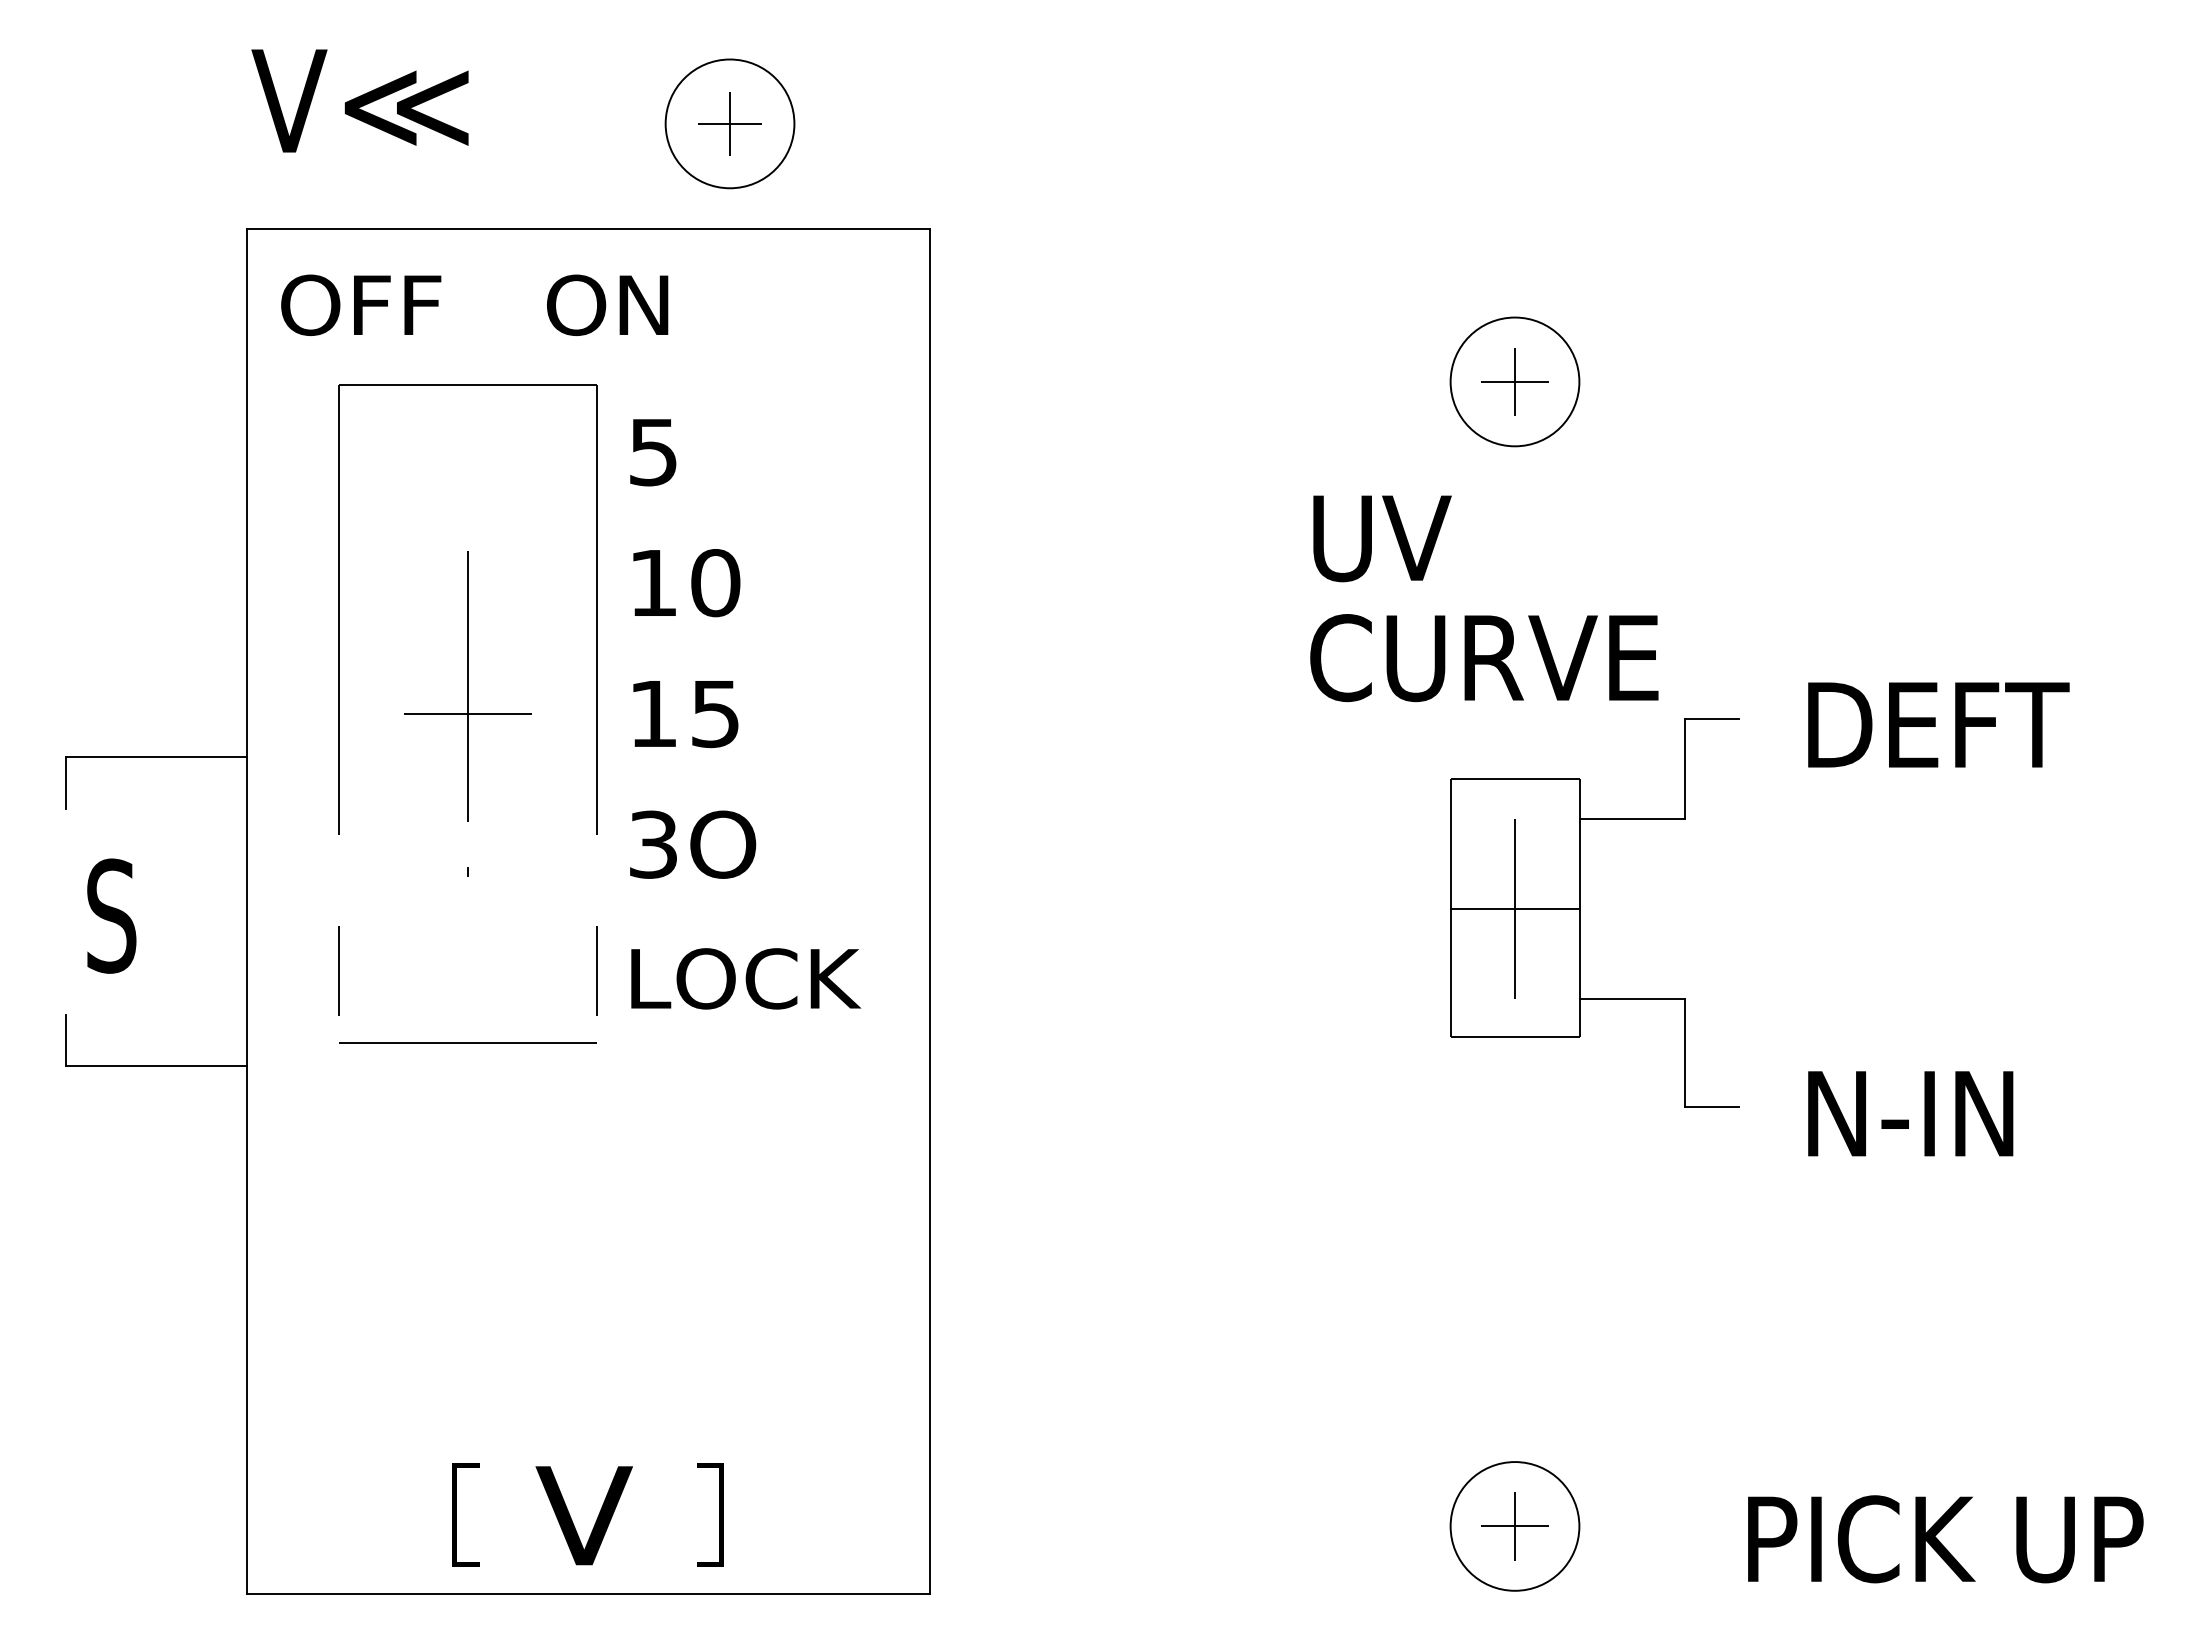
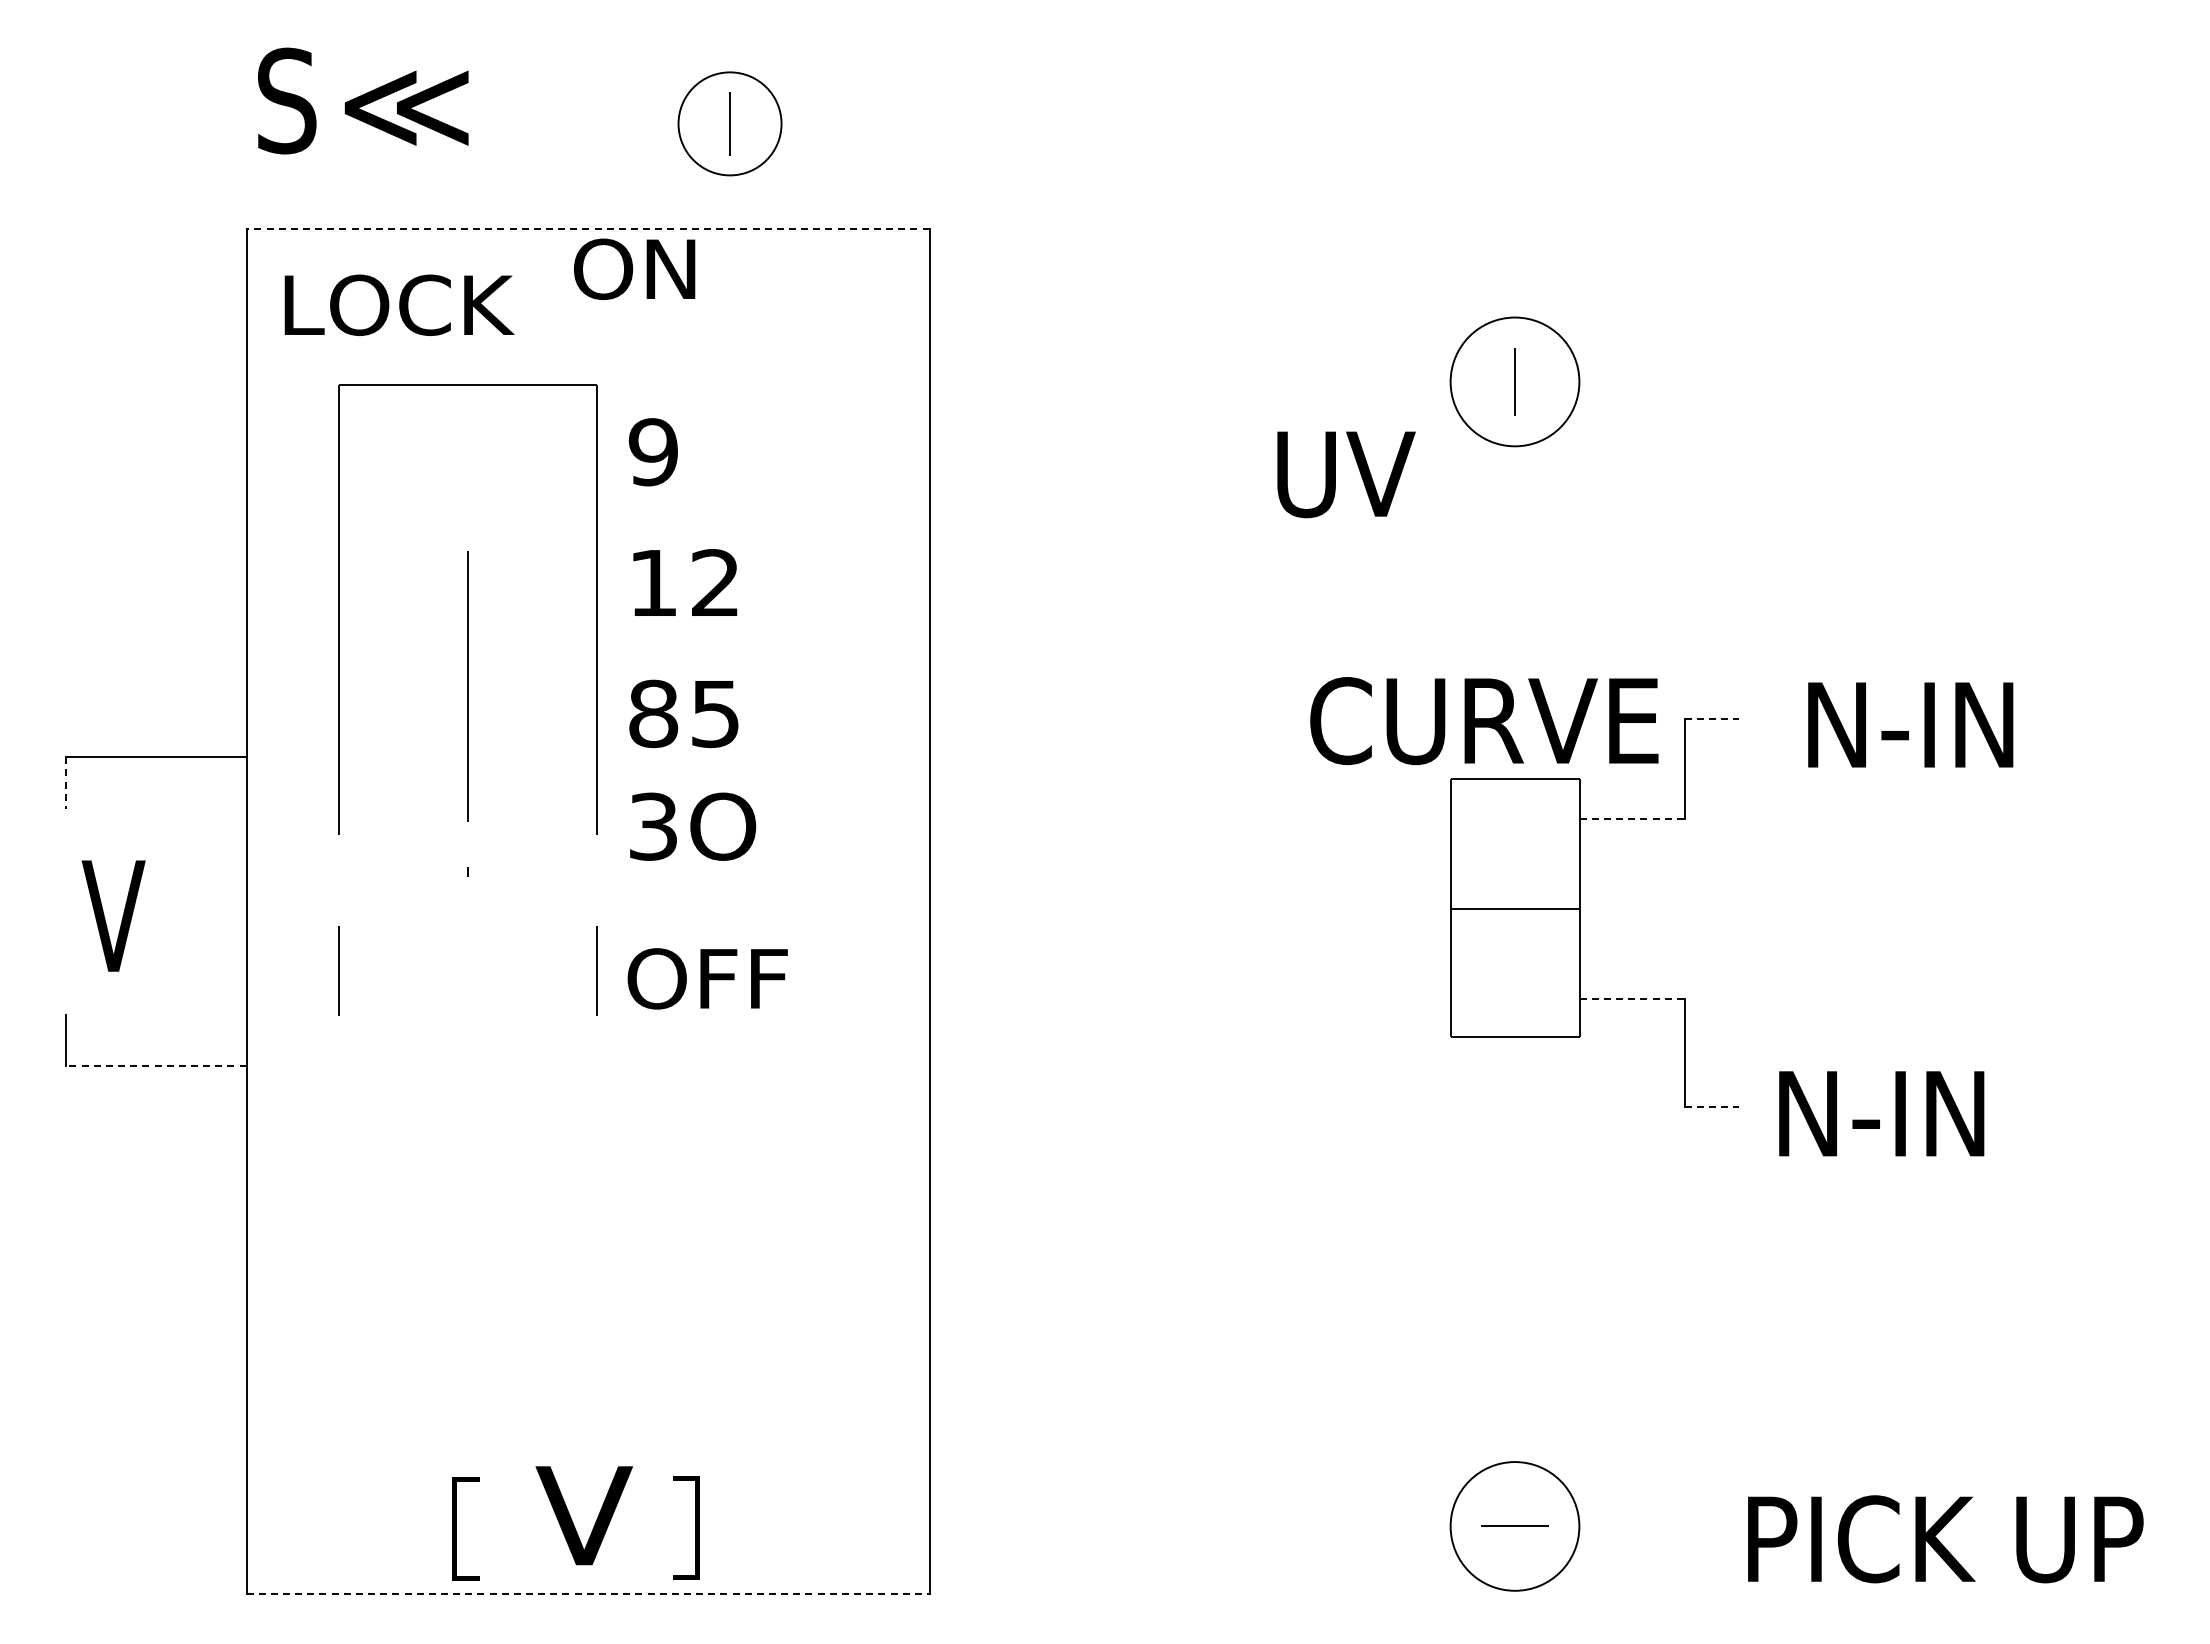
text at (289, 100): V -> S
circle at (729, 123) diameter: 129 px -> 103 px
line at (729, 123): present -> none
line at (588, 229): solid -> dashed
text at (607, 304) position: (607, 304) -> (634, 268)
text at (397, 305): OFF -> LOCK
line at (1514, 381): present -> none
text at (652, 452): 5 -> 9
text at (1382, 538) position: (1382, 538) -> (1346, 474)
text at (715, 583): 10 -> 12
text at (1484, 658) position: (1484, 658) -> (1484, 721)
line at (467, 713): present -> none
text at (653, 713): 15 -> 85
line at (1712, 719): solid -> dashed
text at (1943, 724): DEFT -> N-IN
line at (66, 783): solid -> dashed
line at (1632, 818): solid -> dashed
text at (693, 844) position: (693, 844) -> (693, 826)
line at (1514, 908): present -> none
text at (113, 915): S -> V
text at (744, 978): LOCK -> OFF
line at (1632, 999): solid -> dashed
line at (467, 1043): present -> none
line at (155, 1066): solid -> dashed
line at (1712, 1106): solid -> dashed
text at (1910, 1113) position: (1910, 1113) -> (1881, 1113)
line at (456, 1514) position: (456, 1514) -> (456, 1528)
line at (719, 1514) position: (719, 1514) -> (695, 1527)
line at (1515, 1526): present -> none
line at (588, 1594): solid -> dashed
